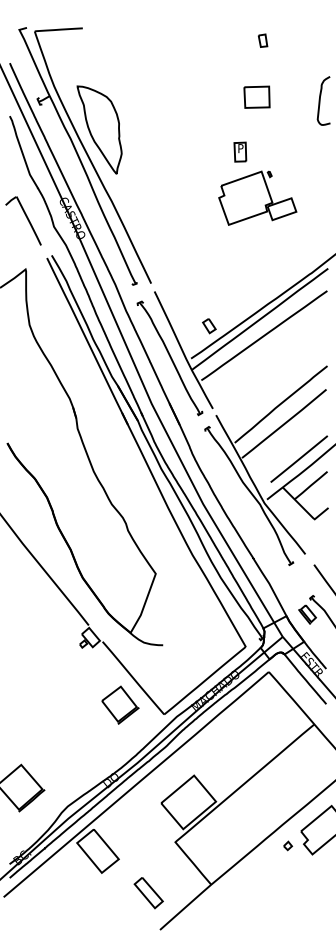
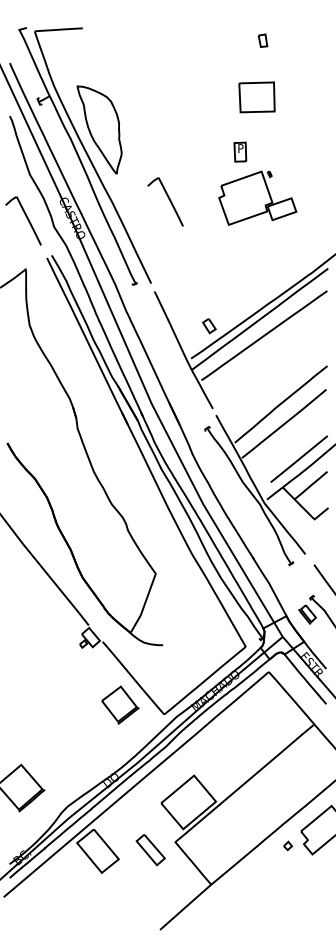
part at (256, 96) size: 28x24 px -> 38x33 px
curve at (320, 100): present -> none
part at (165, 201): none -> present
part at (169, 358): present -> none
part at (148, 893) position: (148, 893) -> (150, 850)
